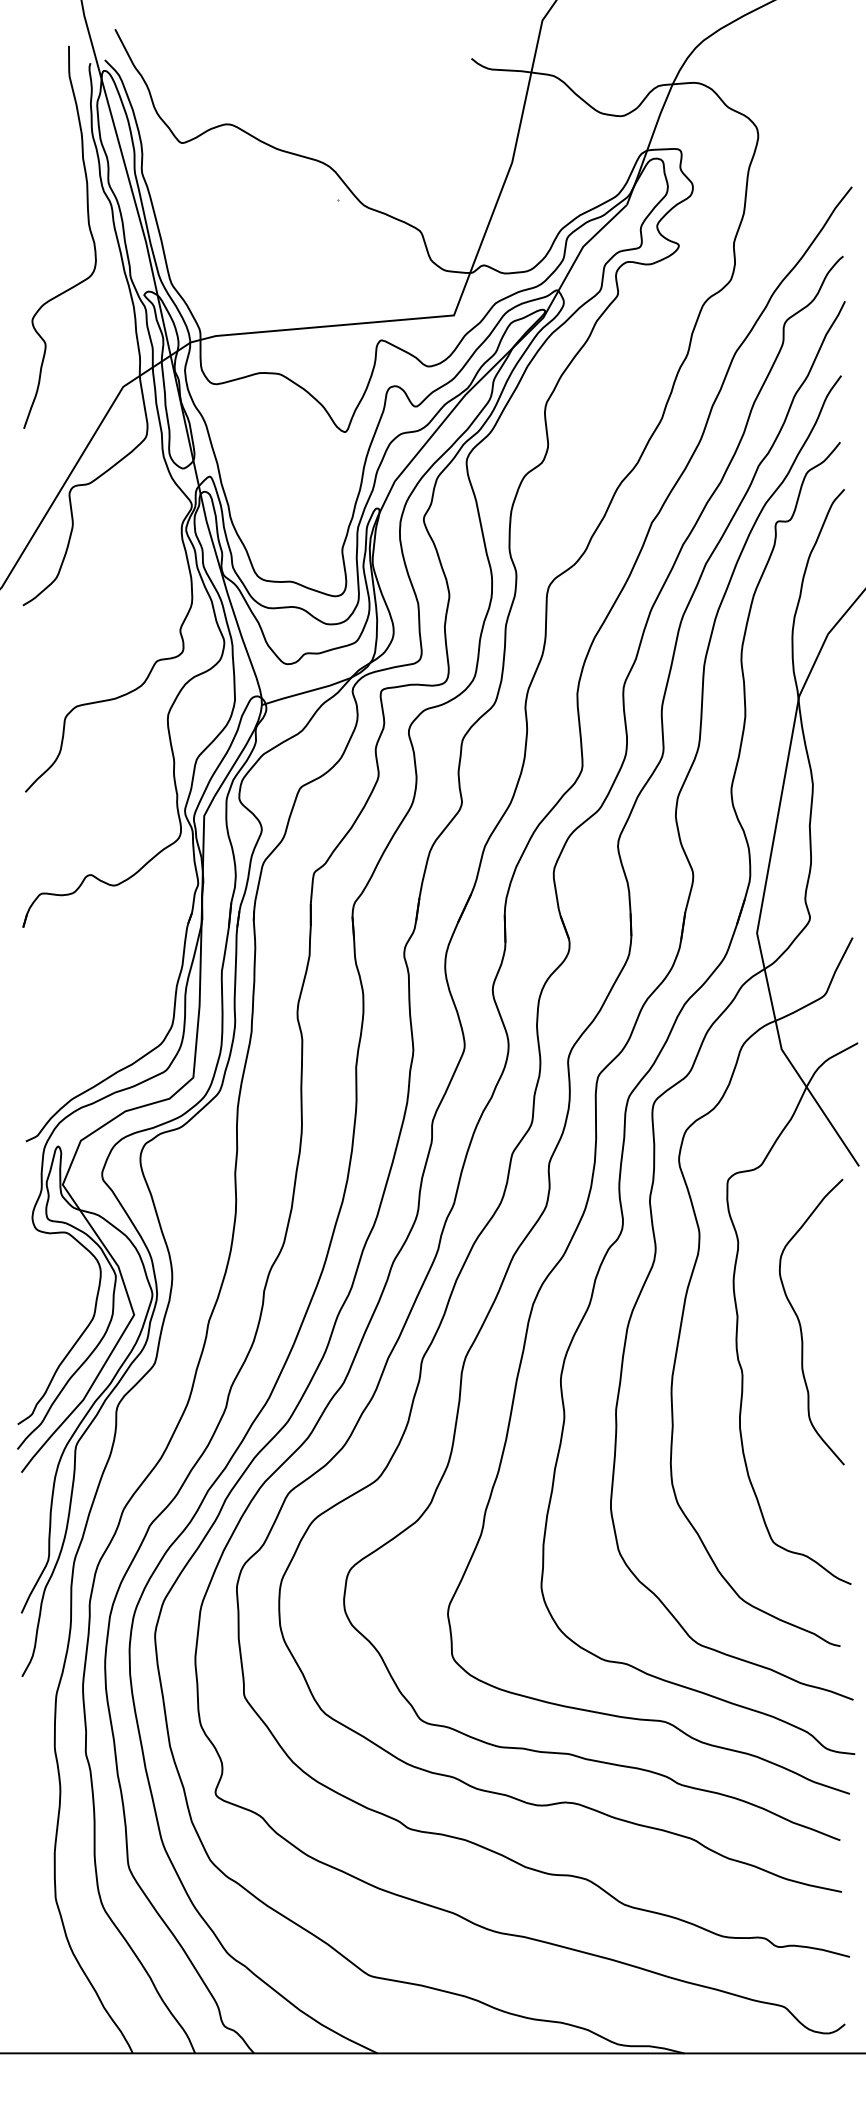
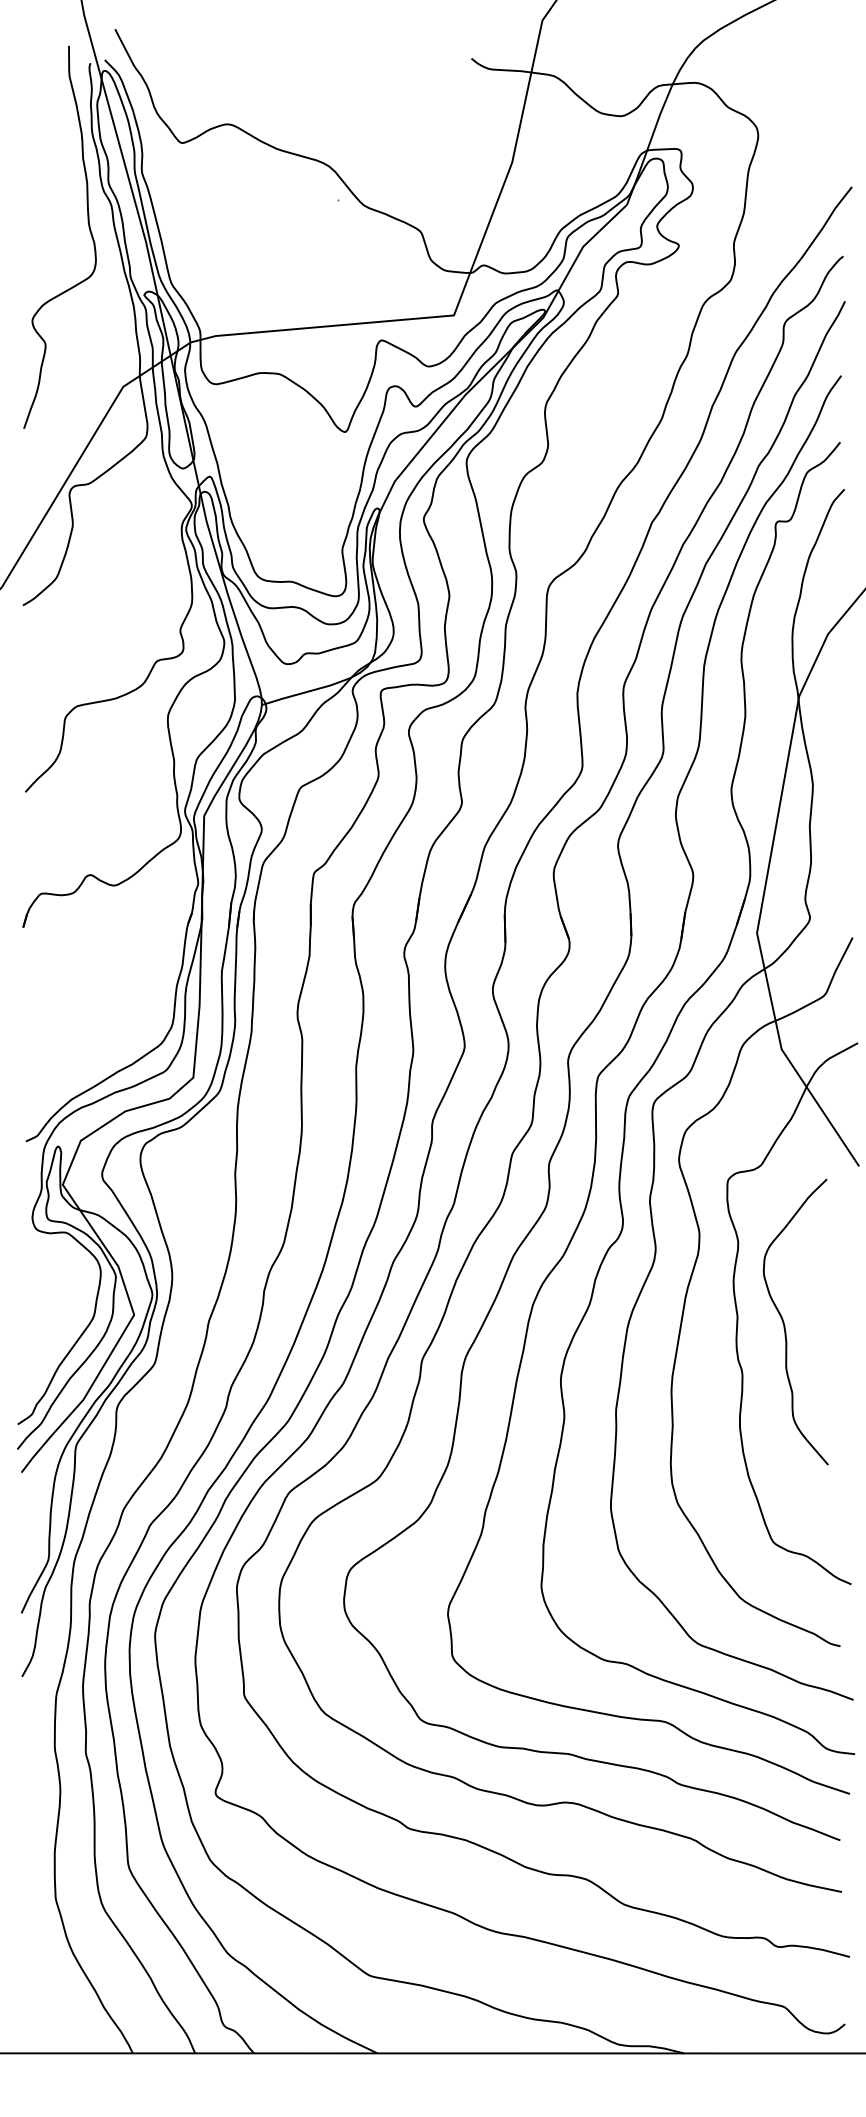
curve at (801, 1325) position: (801, 1325) -> (785, 1325)
